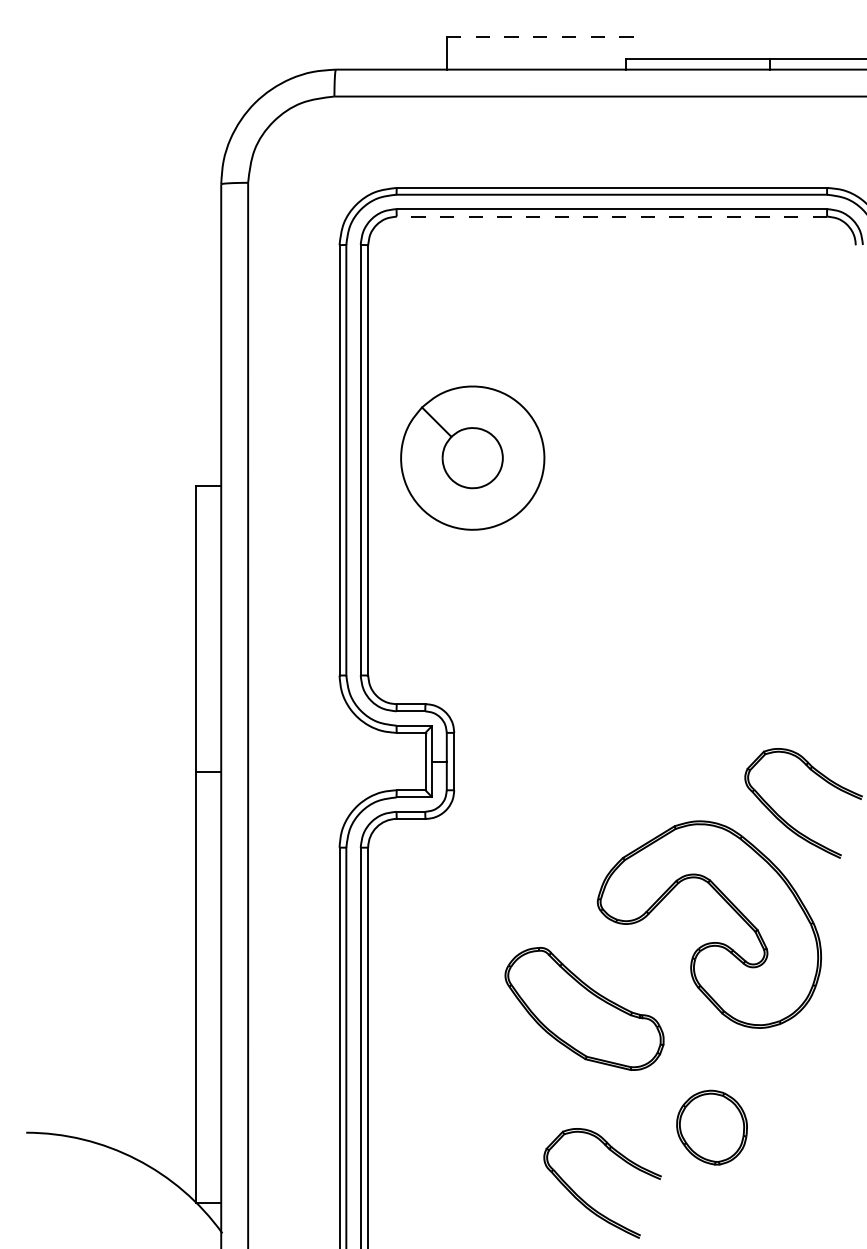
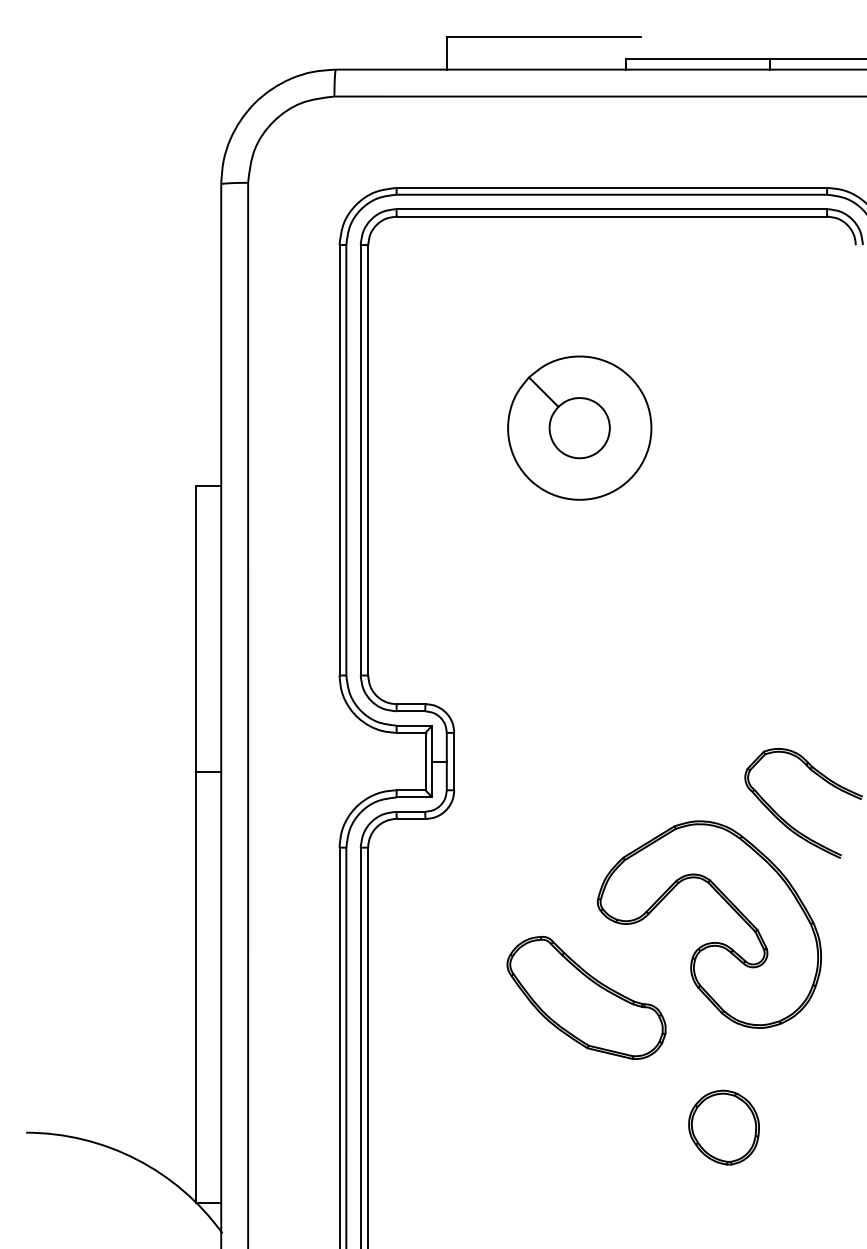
line at (543, 37): dashed -> solid
line at (611, 216): dashed -> solid
part at (472, 457) position: (472, 457) -> (579, 427)
part at (584, 1008) position: (584, 1008) -> (586, 997)
part at (711, 1127) position: (711, 1127) -> (723, 1127)
part at (589, 1204): present -> none
